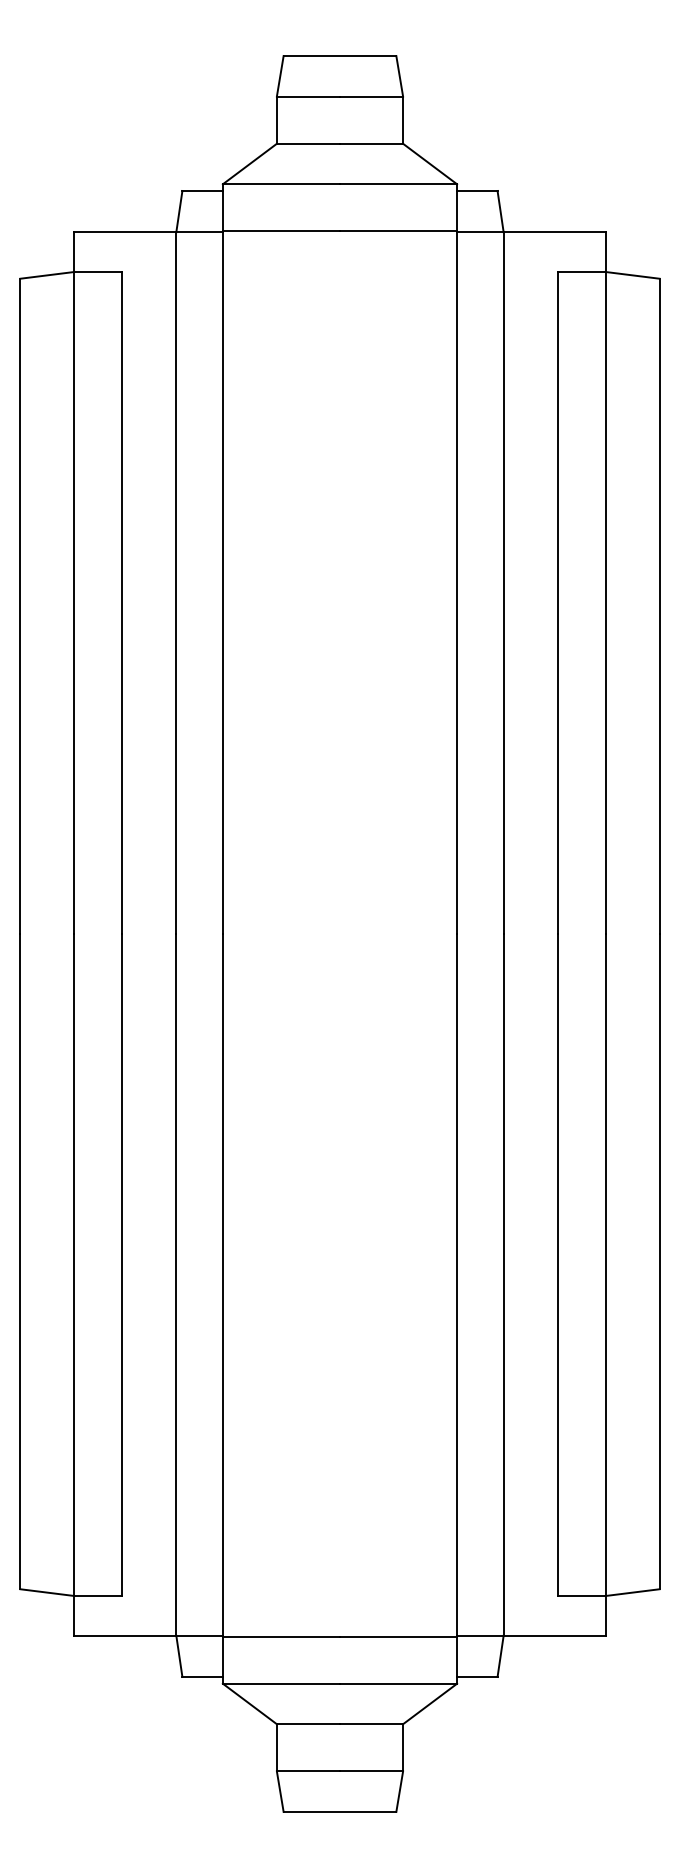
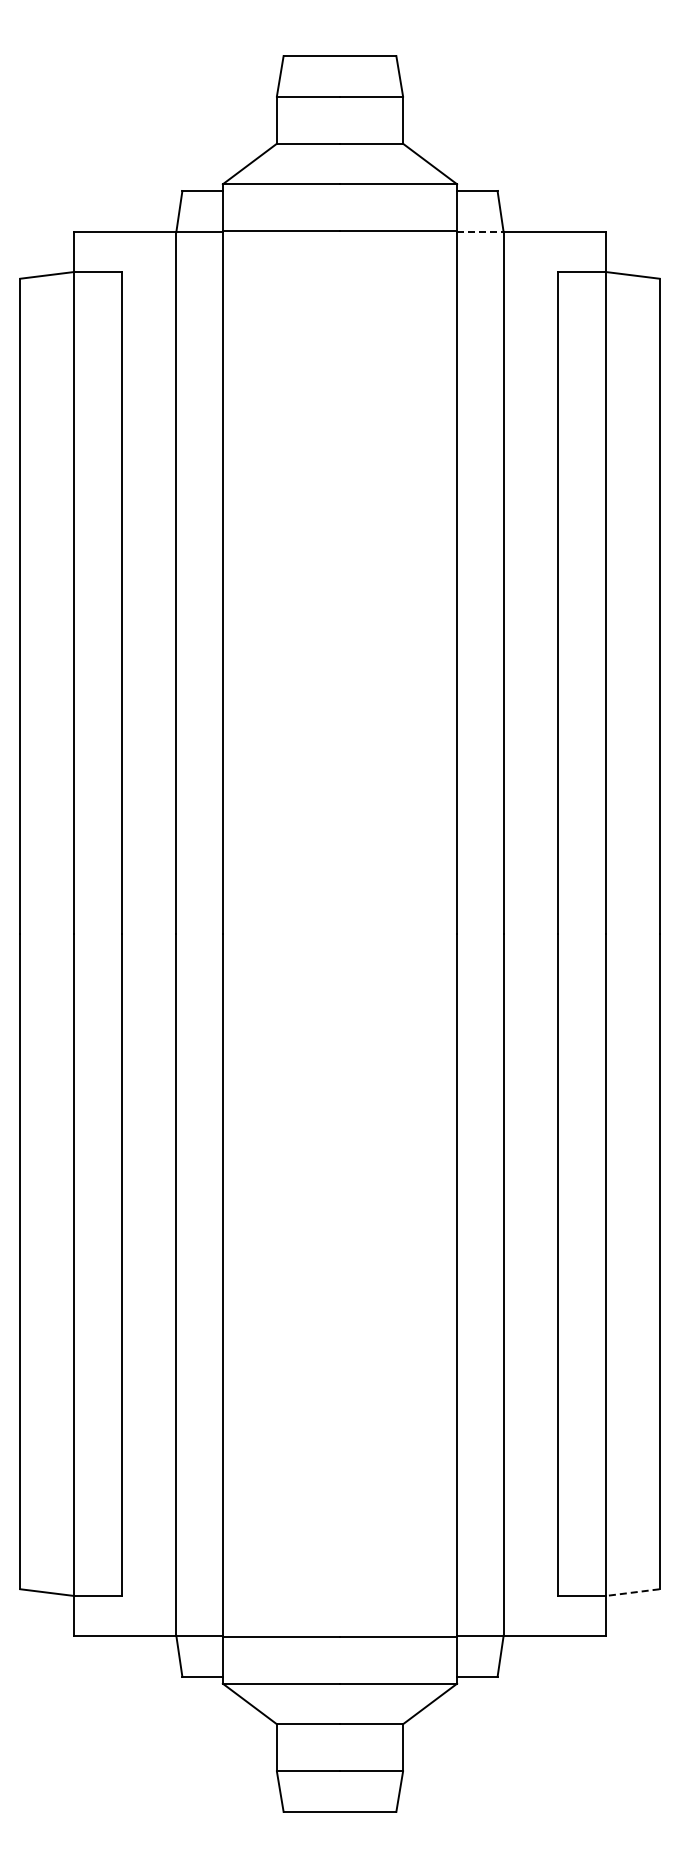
line at (480, 232): solid -> dashed
line at (632, 1592): solid -> dashed
